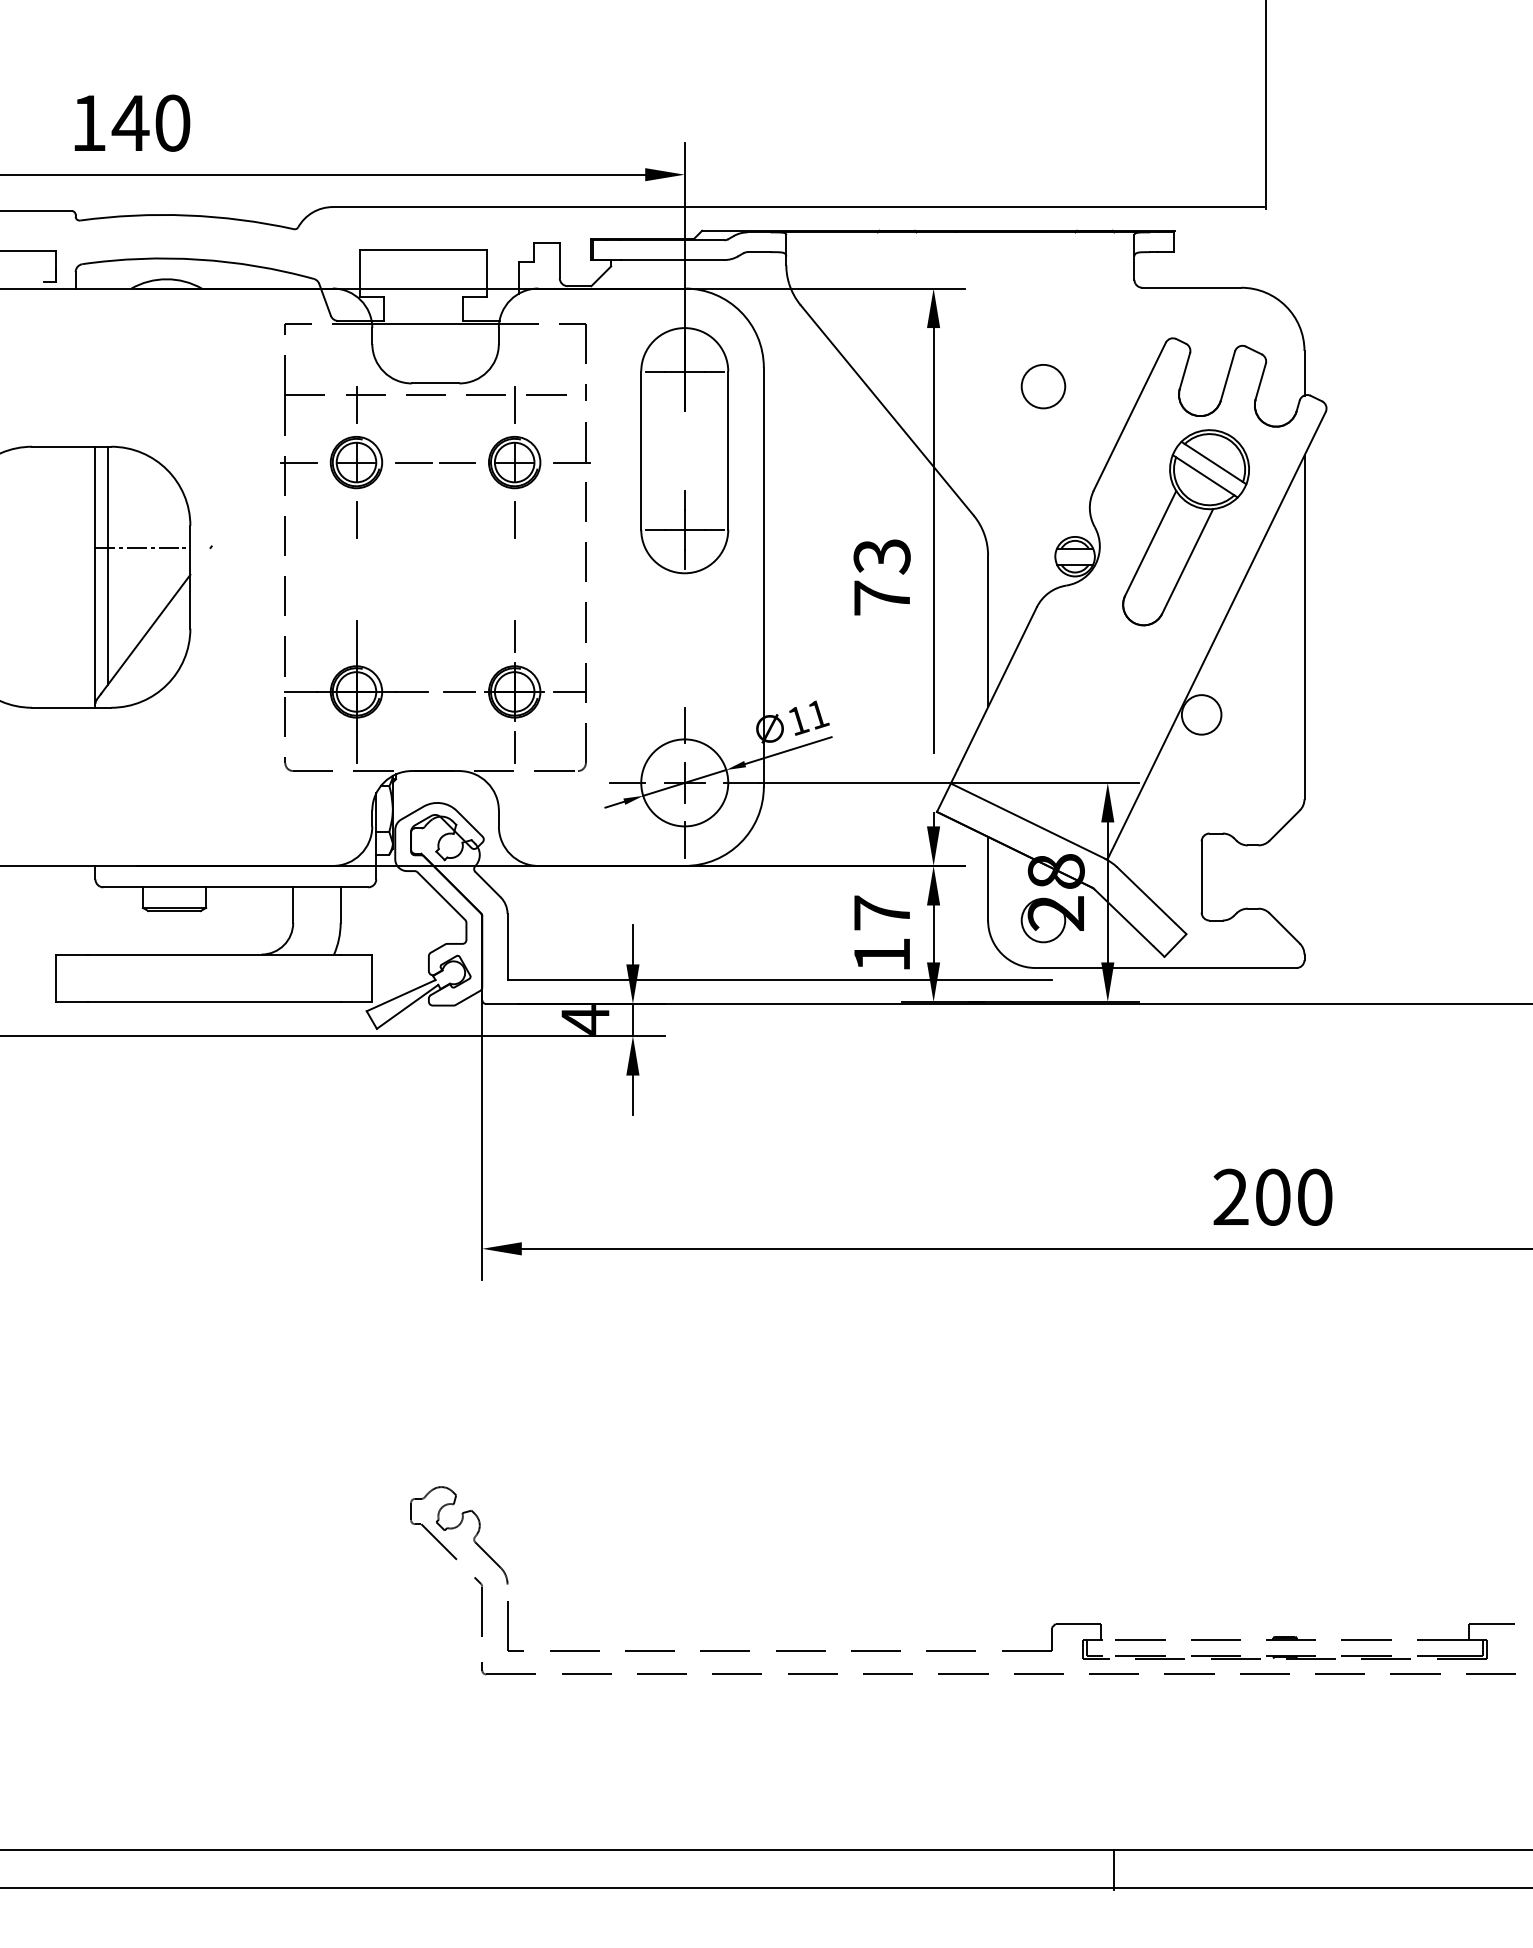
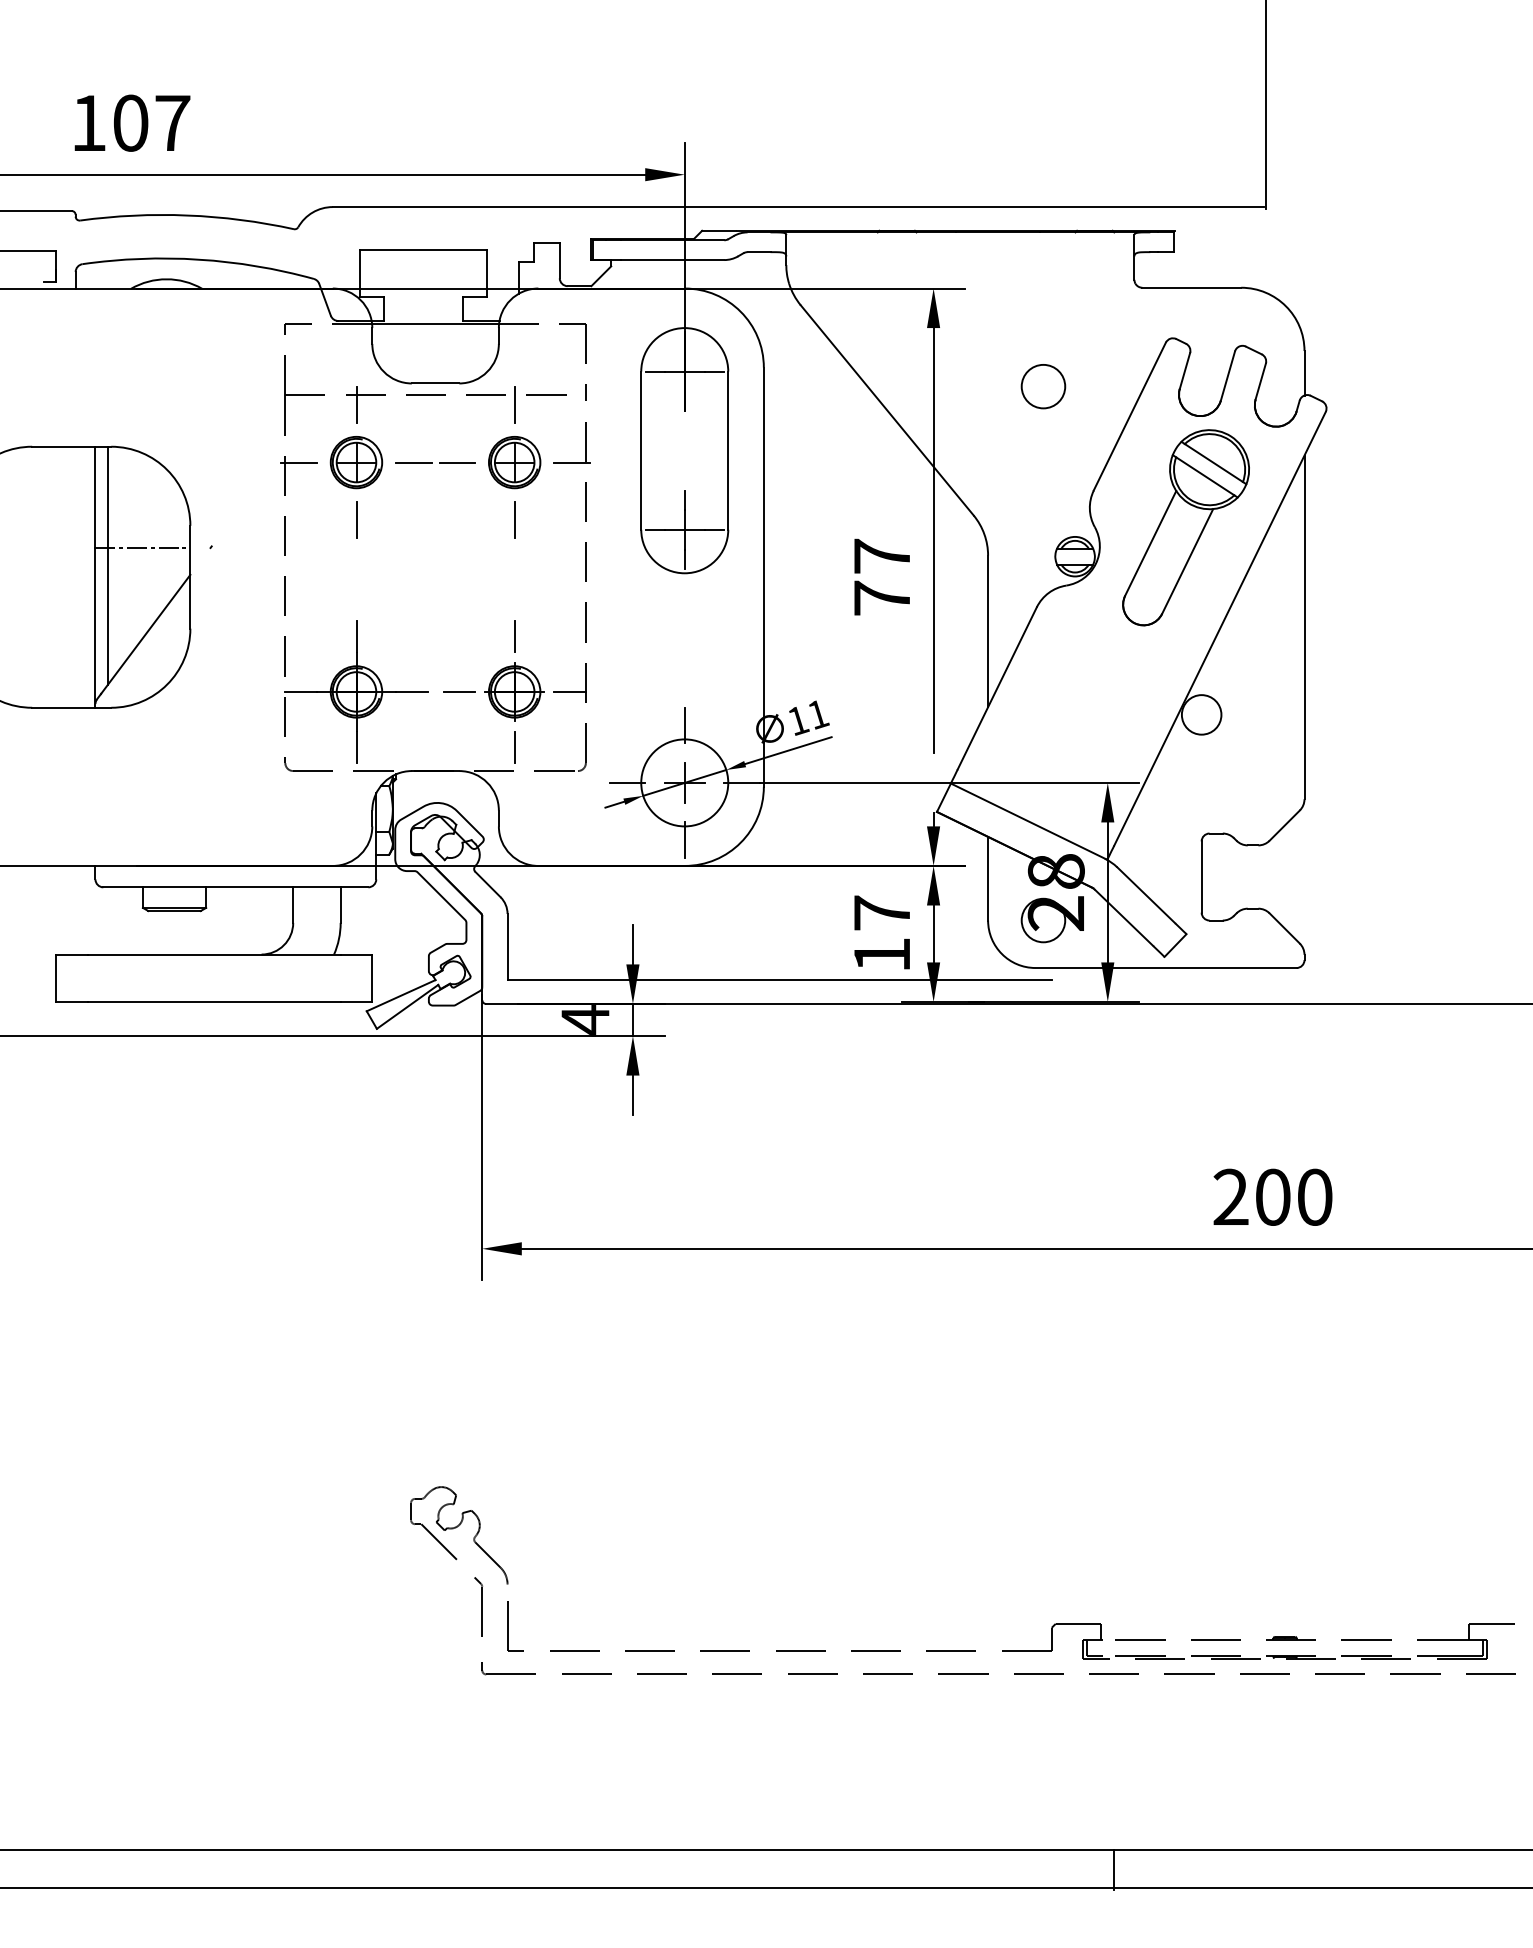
text at (150, 122): 140 -> 107
text at (881, 556): 73 -> 77
